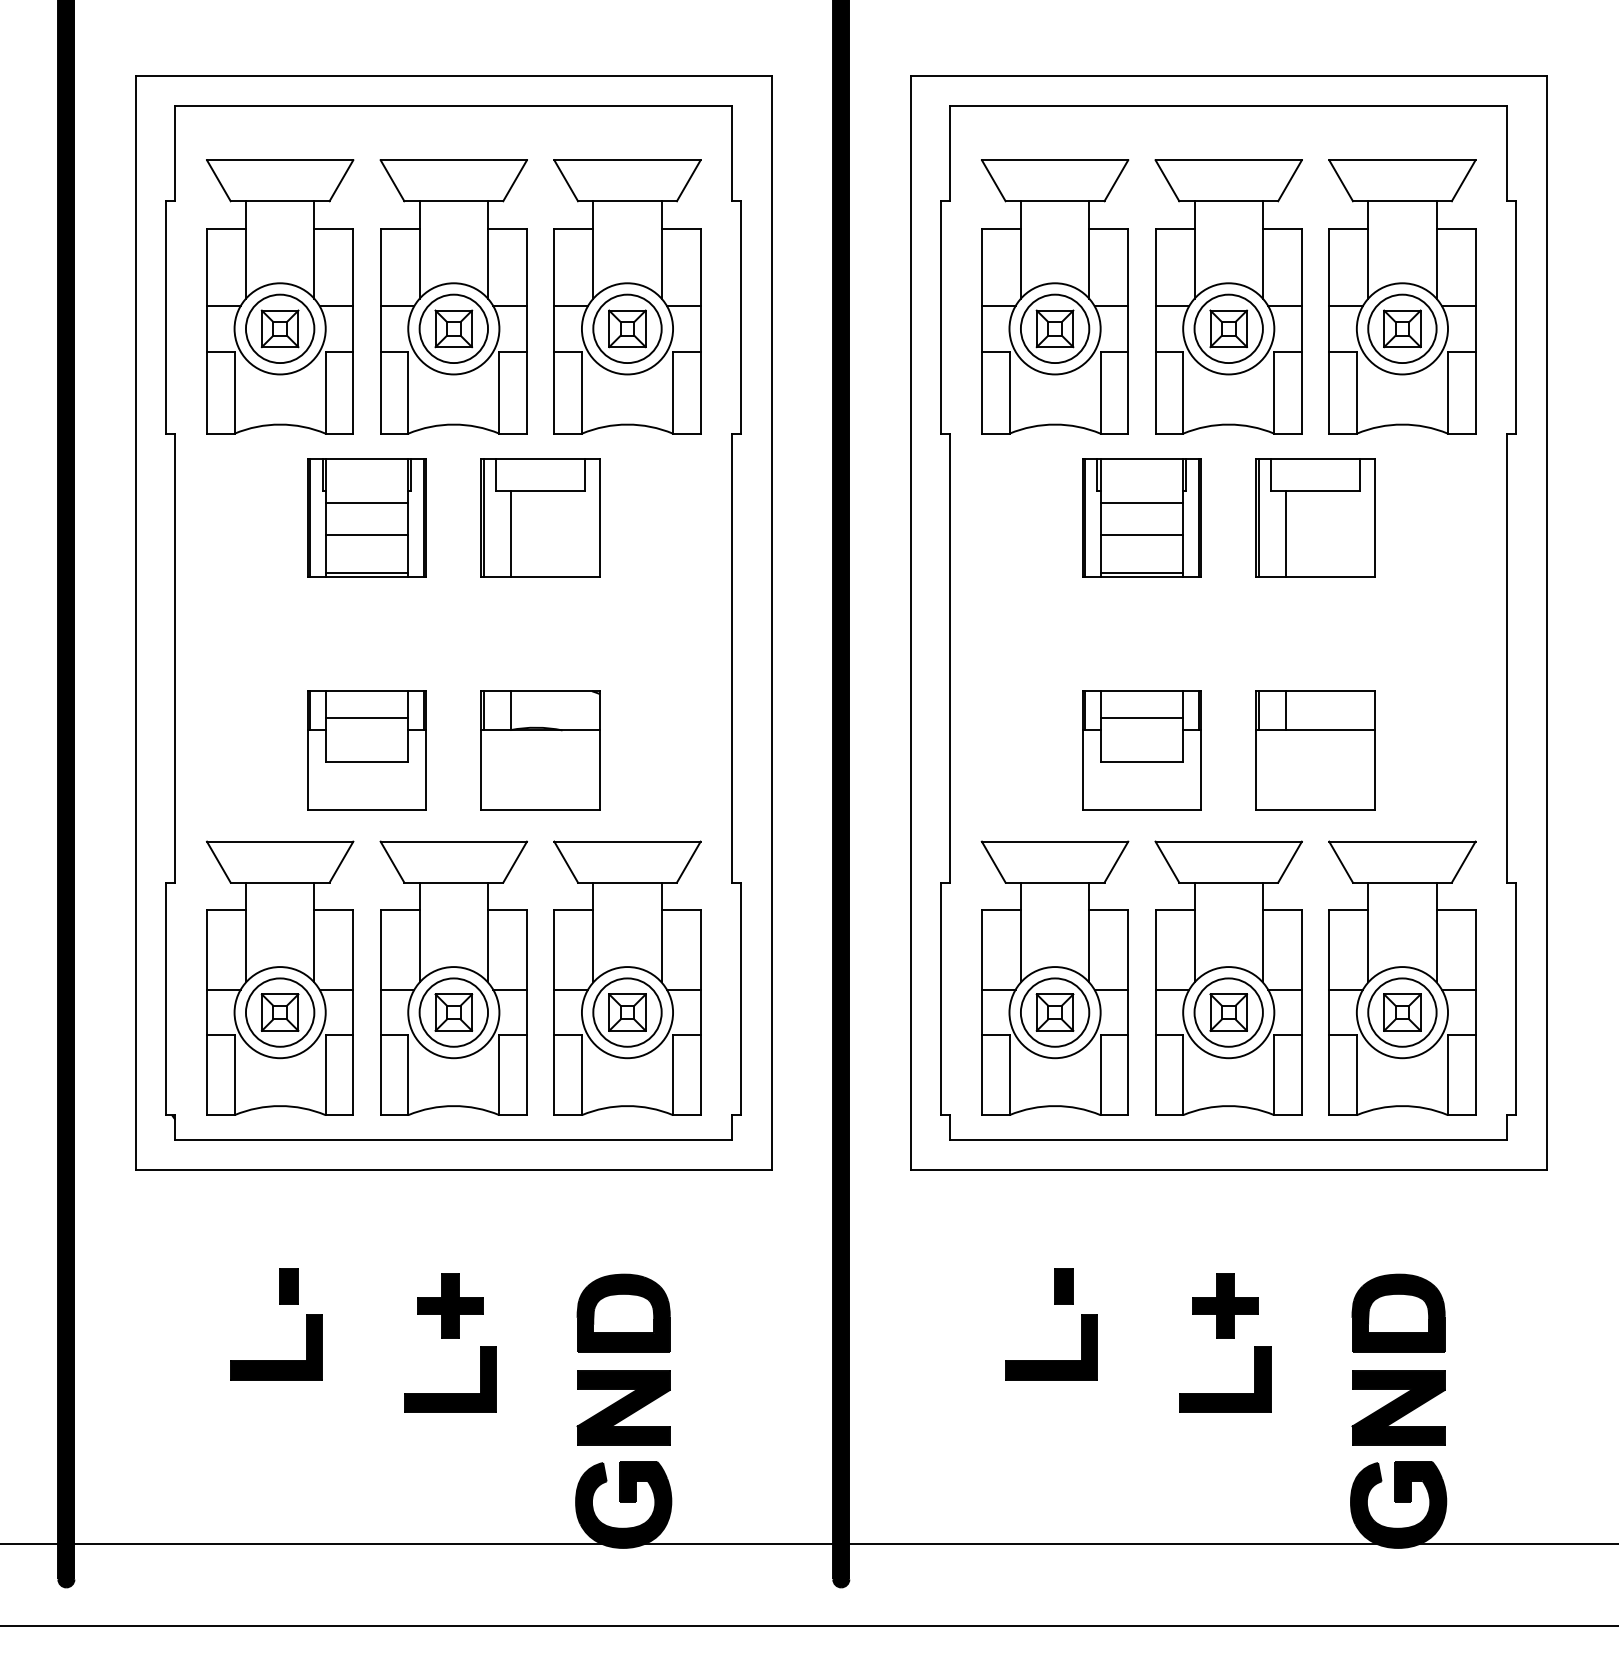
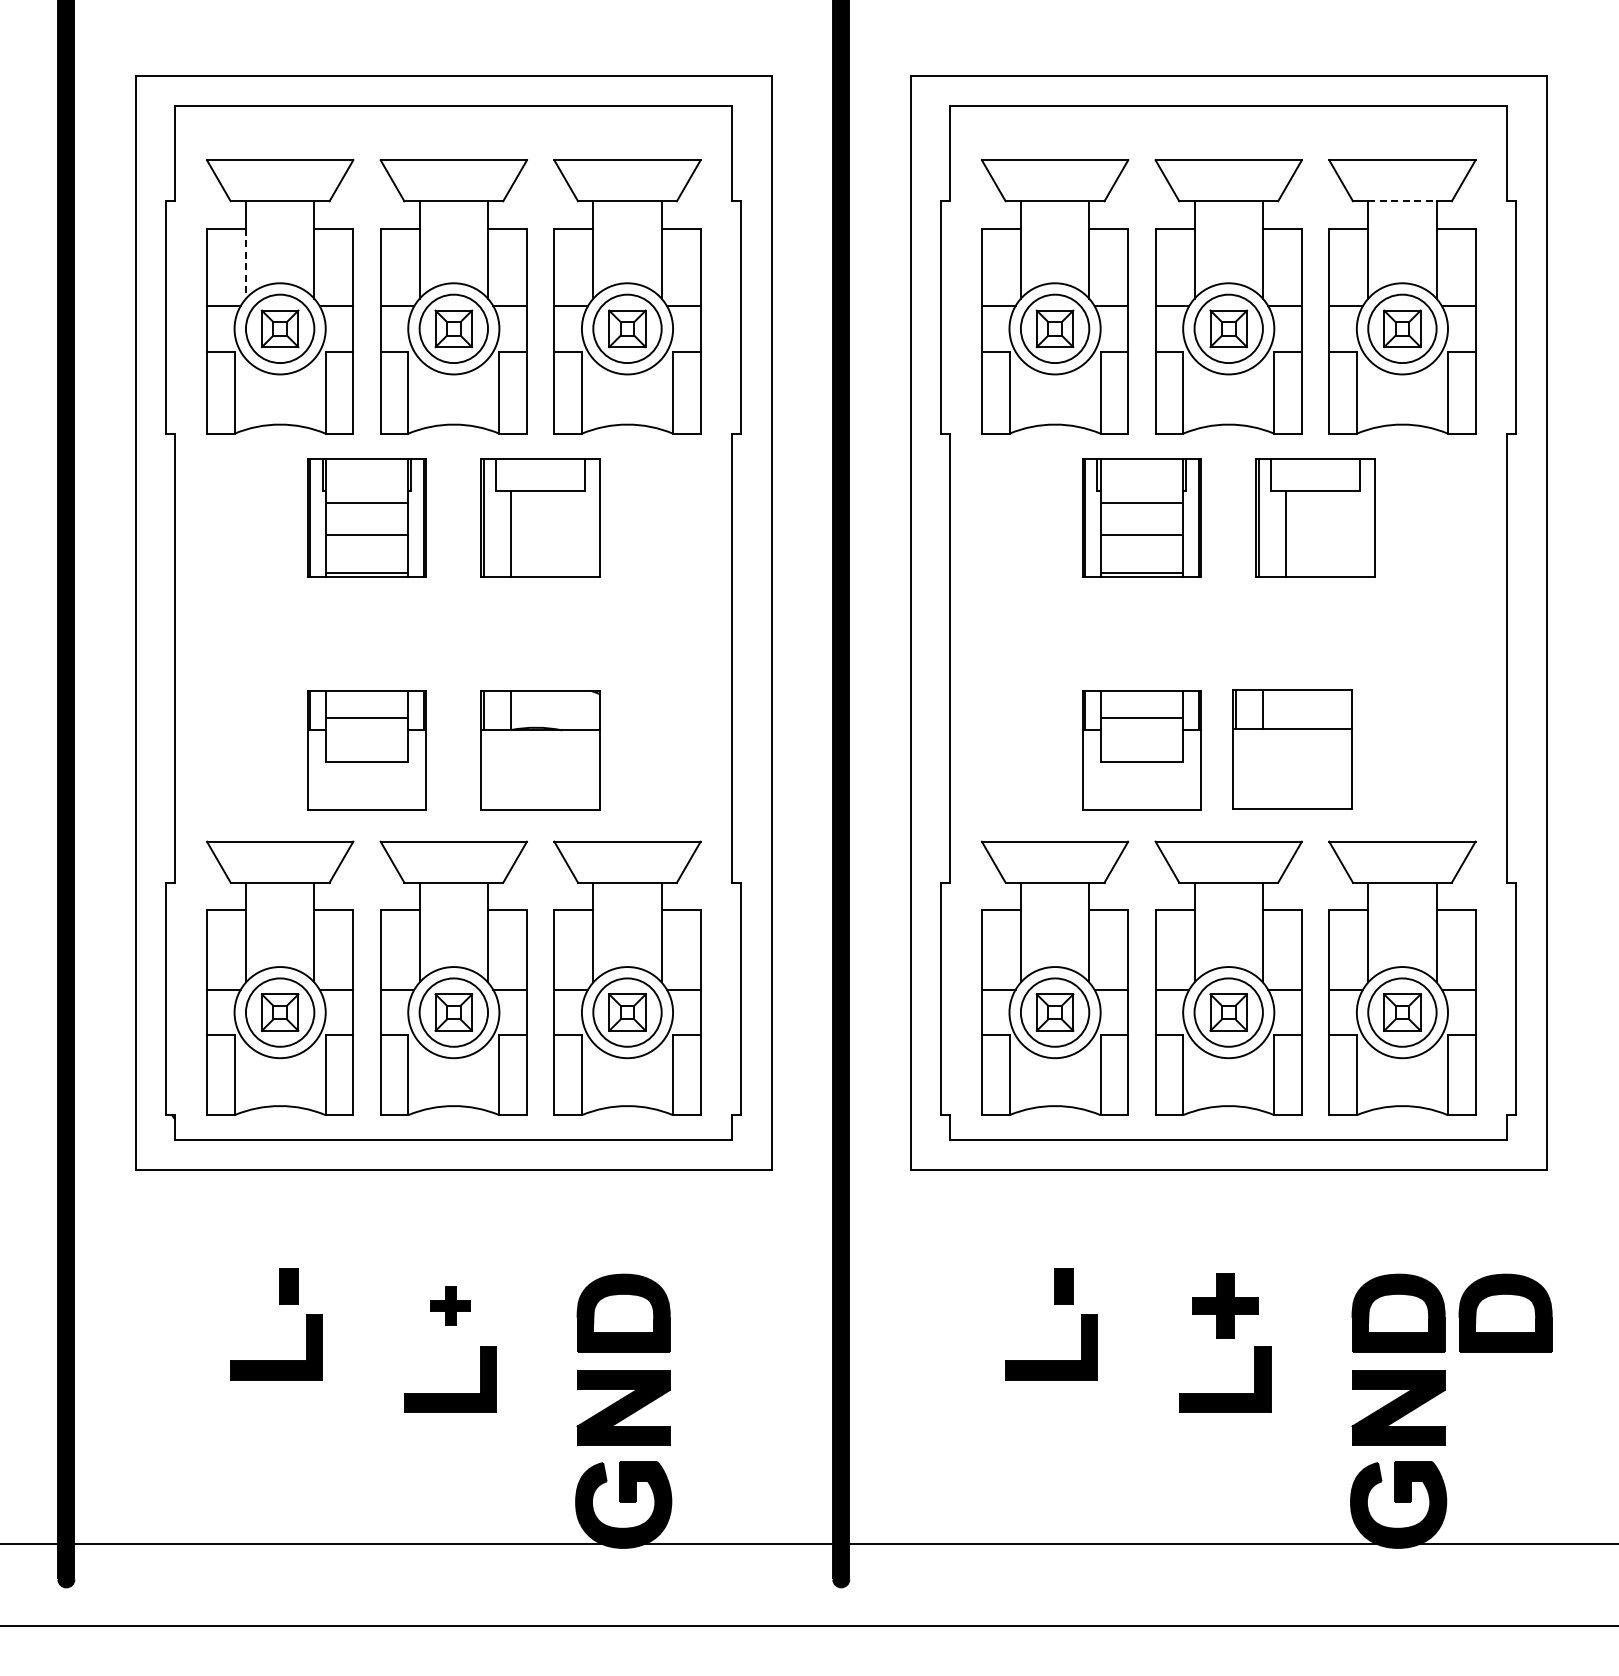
line at (1402, 201): solid -> dashed
line at (245, 264): solid -> dashed
part at (1315, 750) position: (1315, 750) -> (1292, 749)
part at (450, 1305) size: 67x66 px -> 41x40 px
part at (1505, 1312): none -> present
